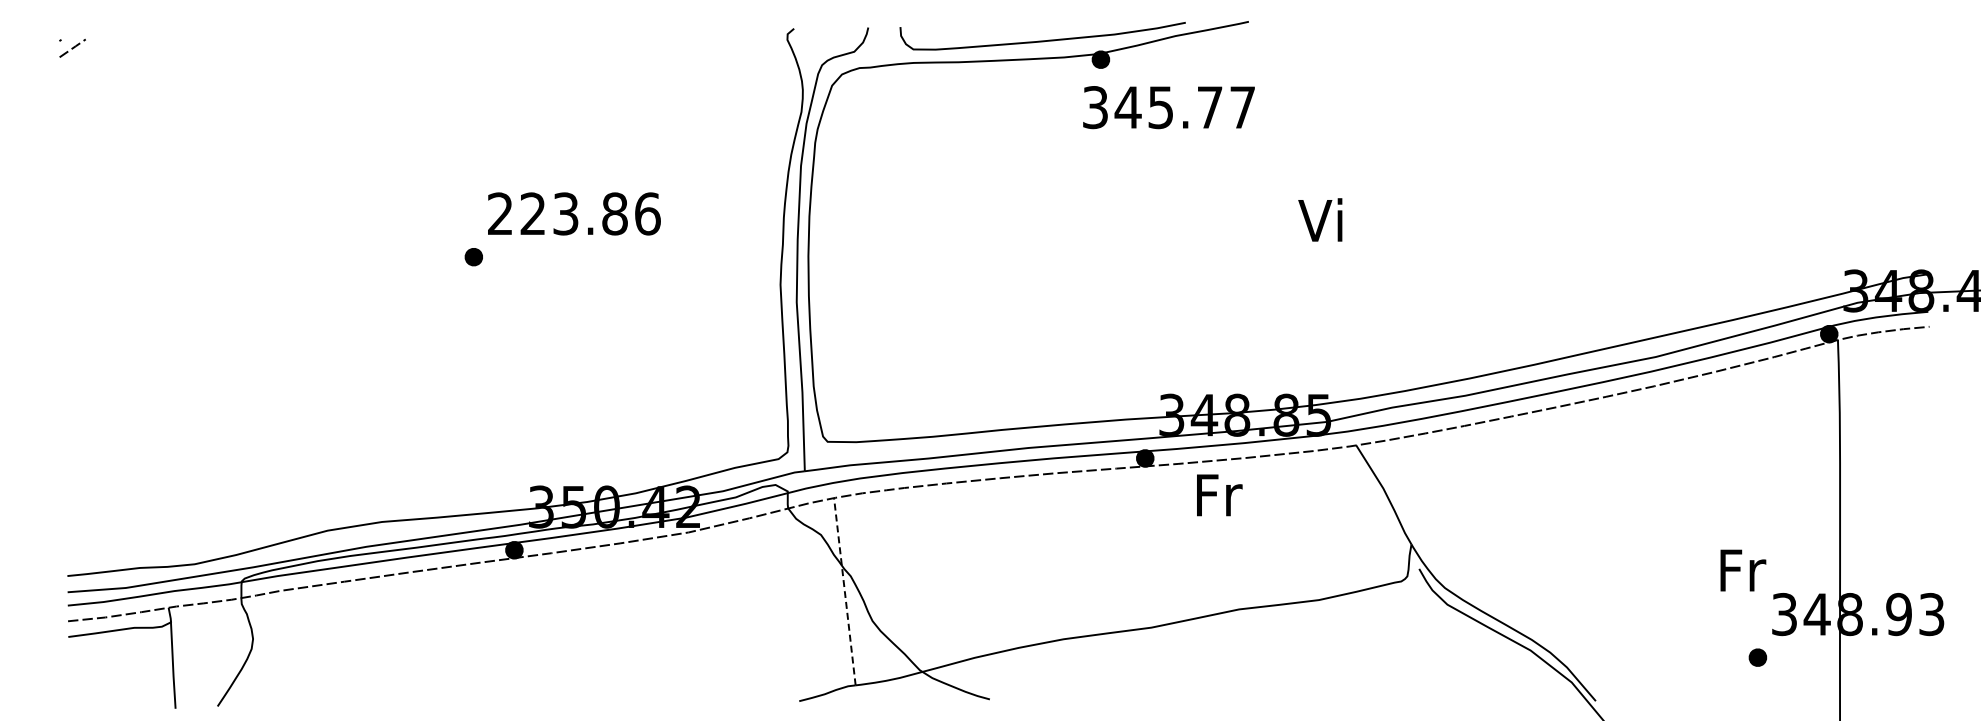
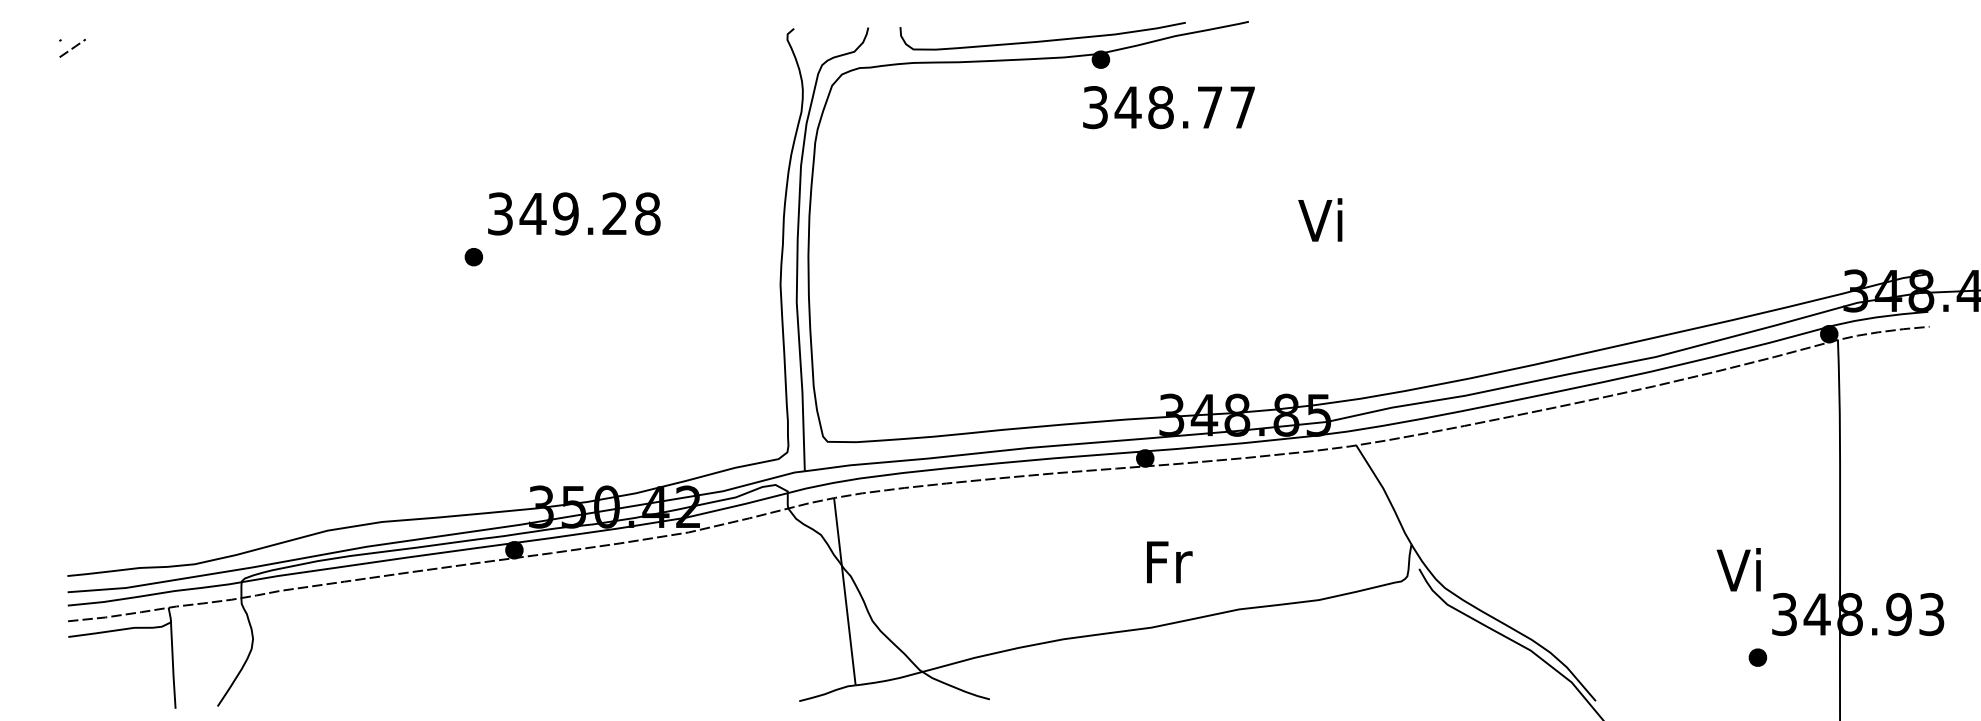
text at (1160, 107): 345.77 -> 348.77
text at (574, 213): 223.86 -> 349.28
text at (1219, 495) position: (1219, 495) -> (1169, 562)
text at (1741, 569): Fr -> Vi
line at (844, 591): dashed -> solid
